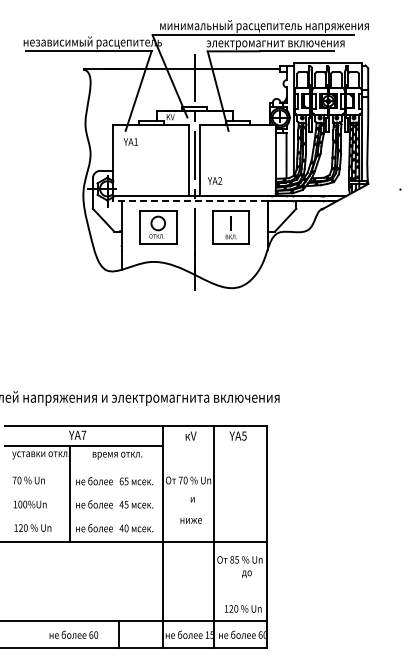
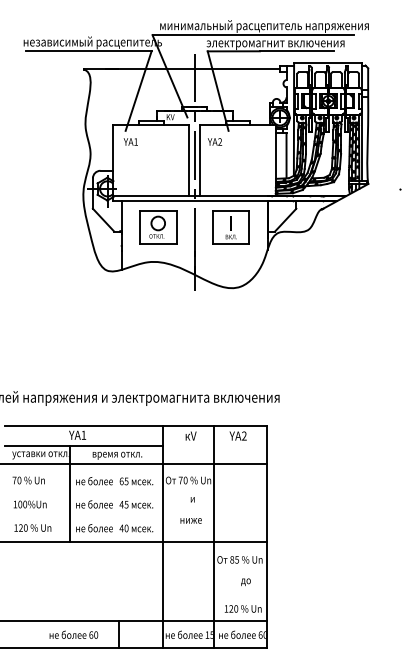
text at (215, 180) position: (215, 180) -> (215, 141)
line at (189, 200): dashed -> solid
text at (83, 434): YA7 -> YA1
text at (244, 435): YA5 -> YA2
line at (134, 463): none -> present
text at (246, 573) position: (246, 573) -> (245, 581)
